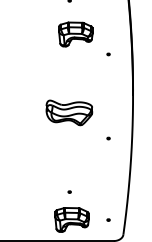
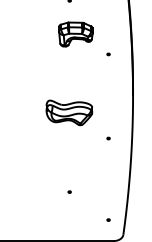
part at (71, 219): present -> none
